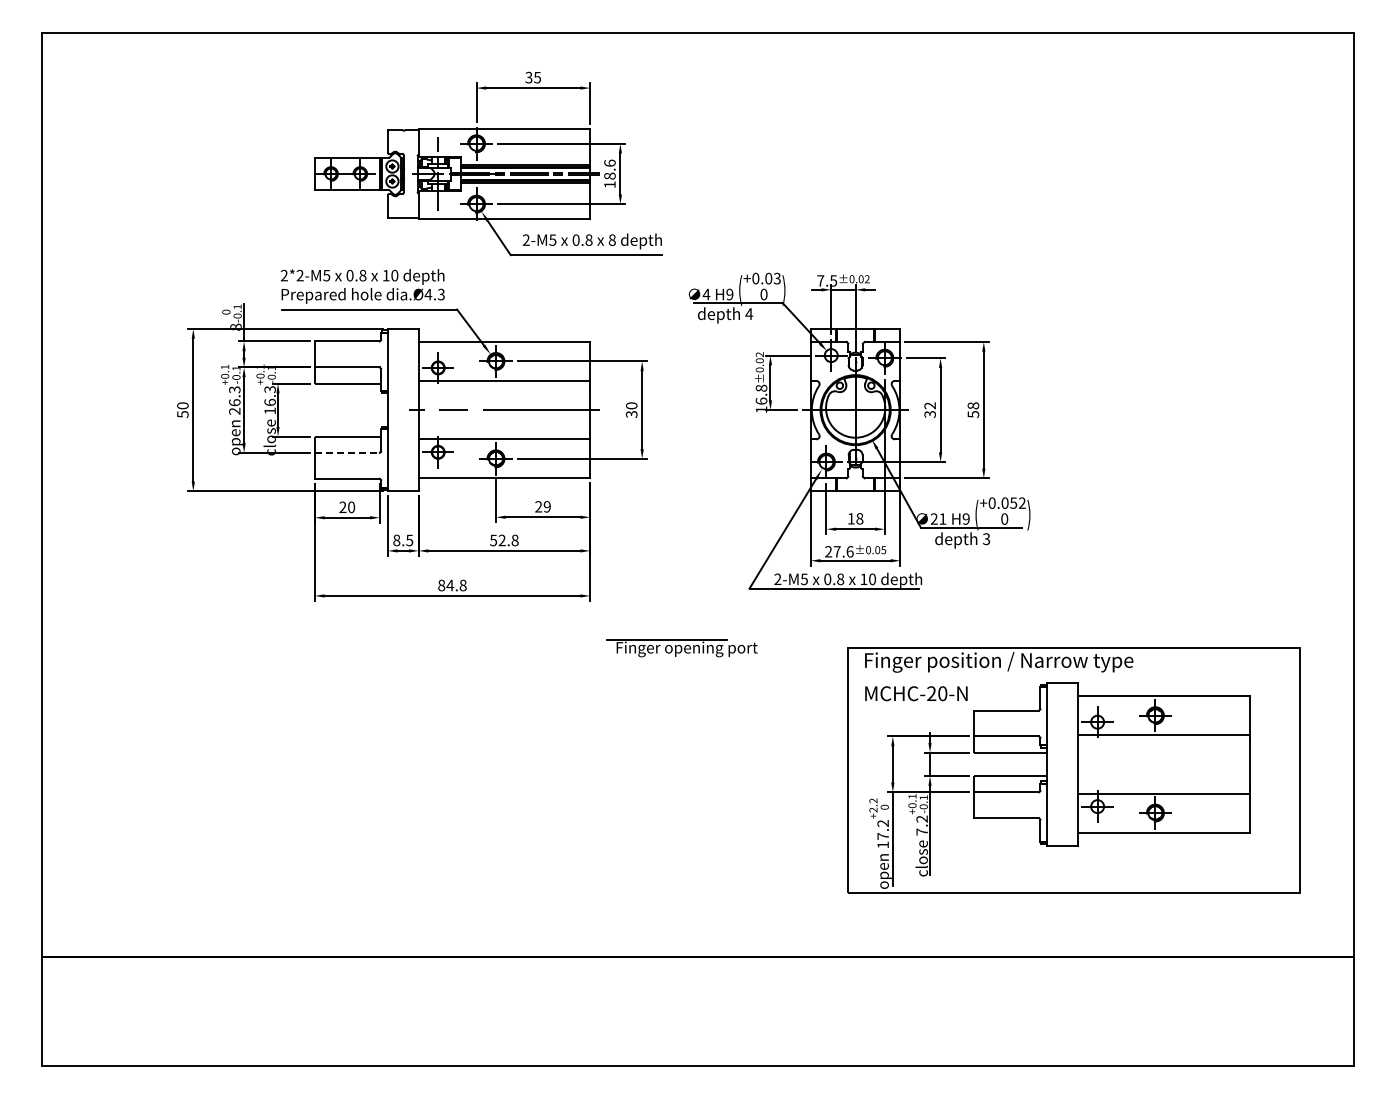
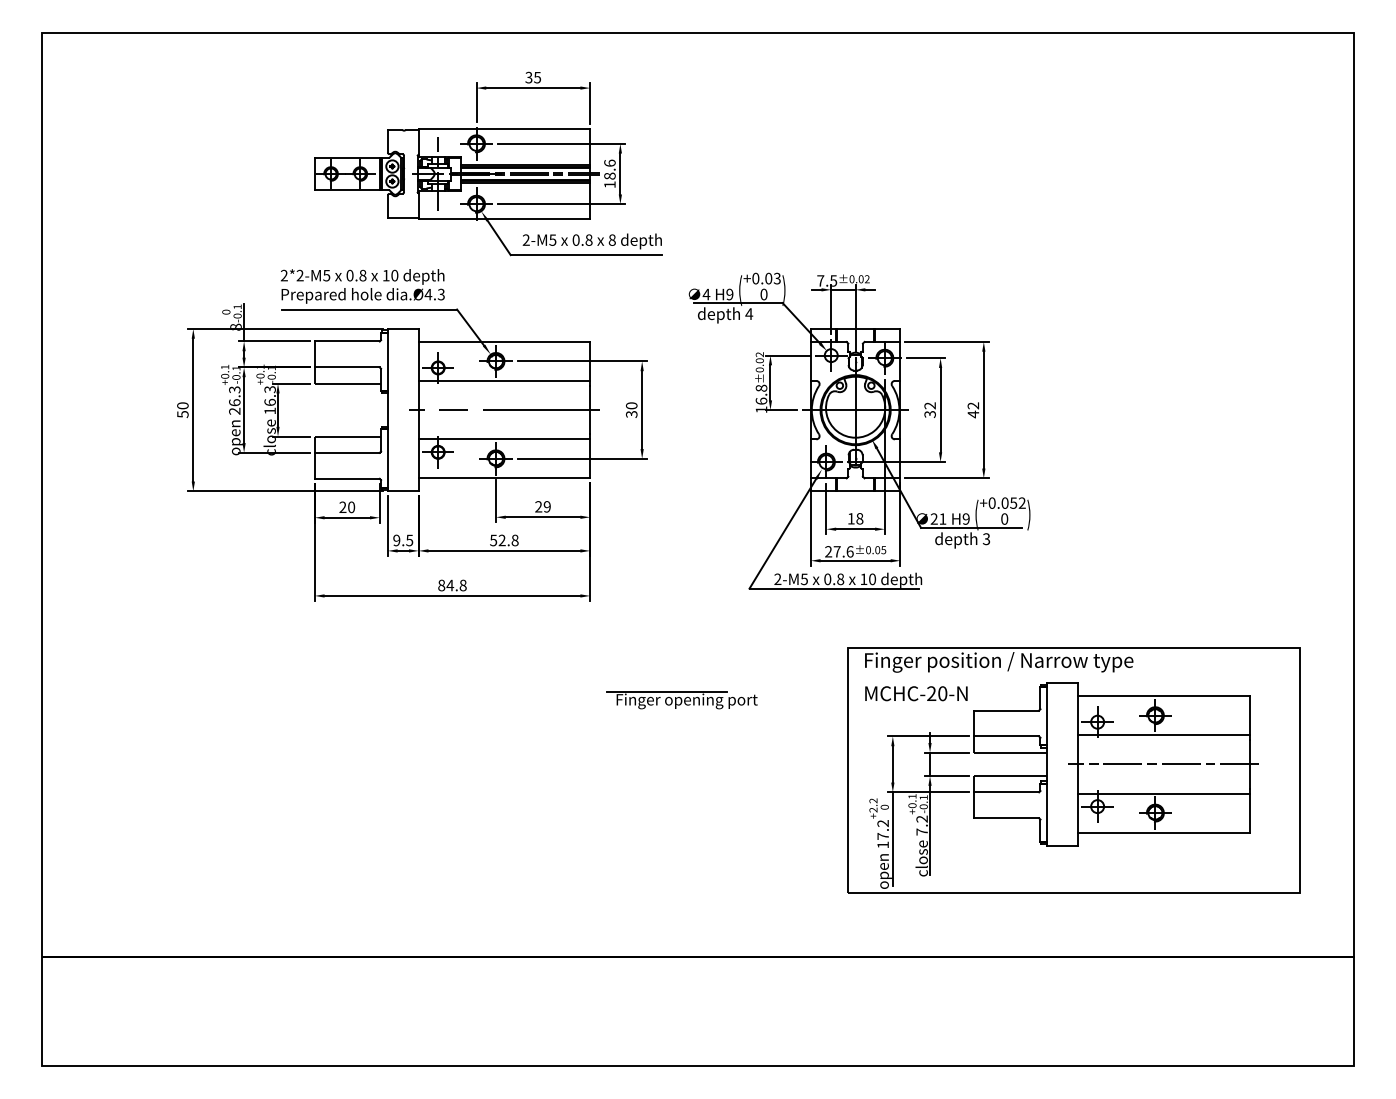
text at (973, 410): 58 -> 42
line at (347, 452): dashed -> solid
text at (396, 540): 8.5 -> 9.5
part at (681, 648) position: (681, 648) -> (681, 700)
line at (1163, 764): none -> present
